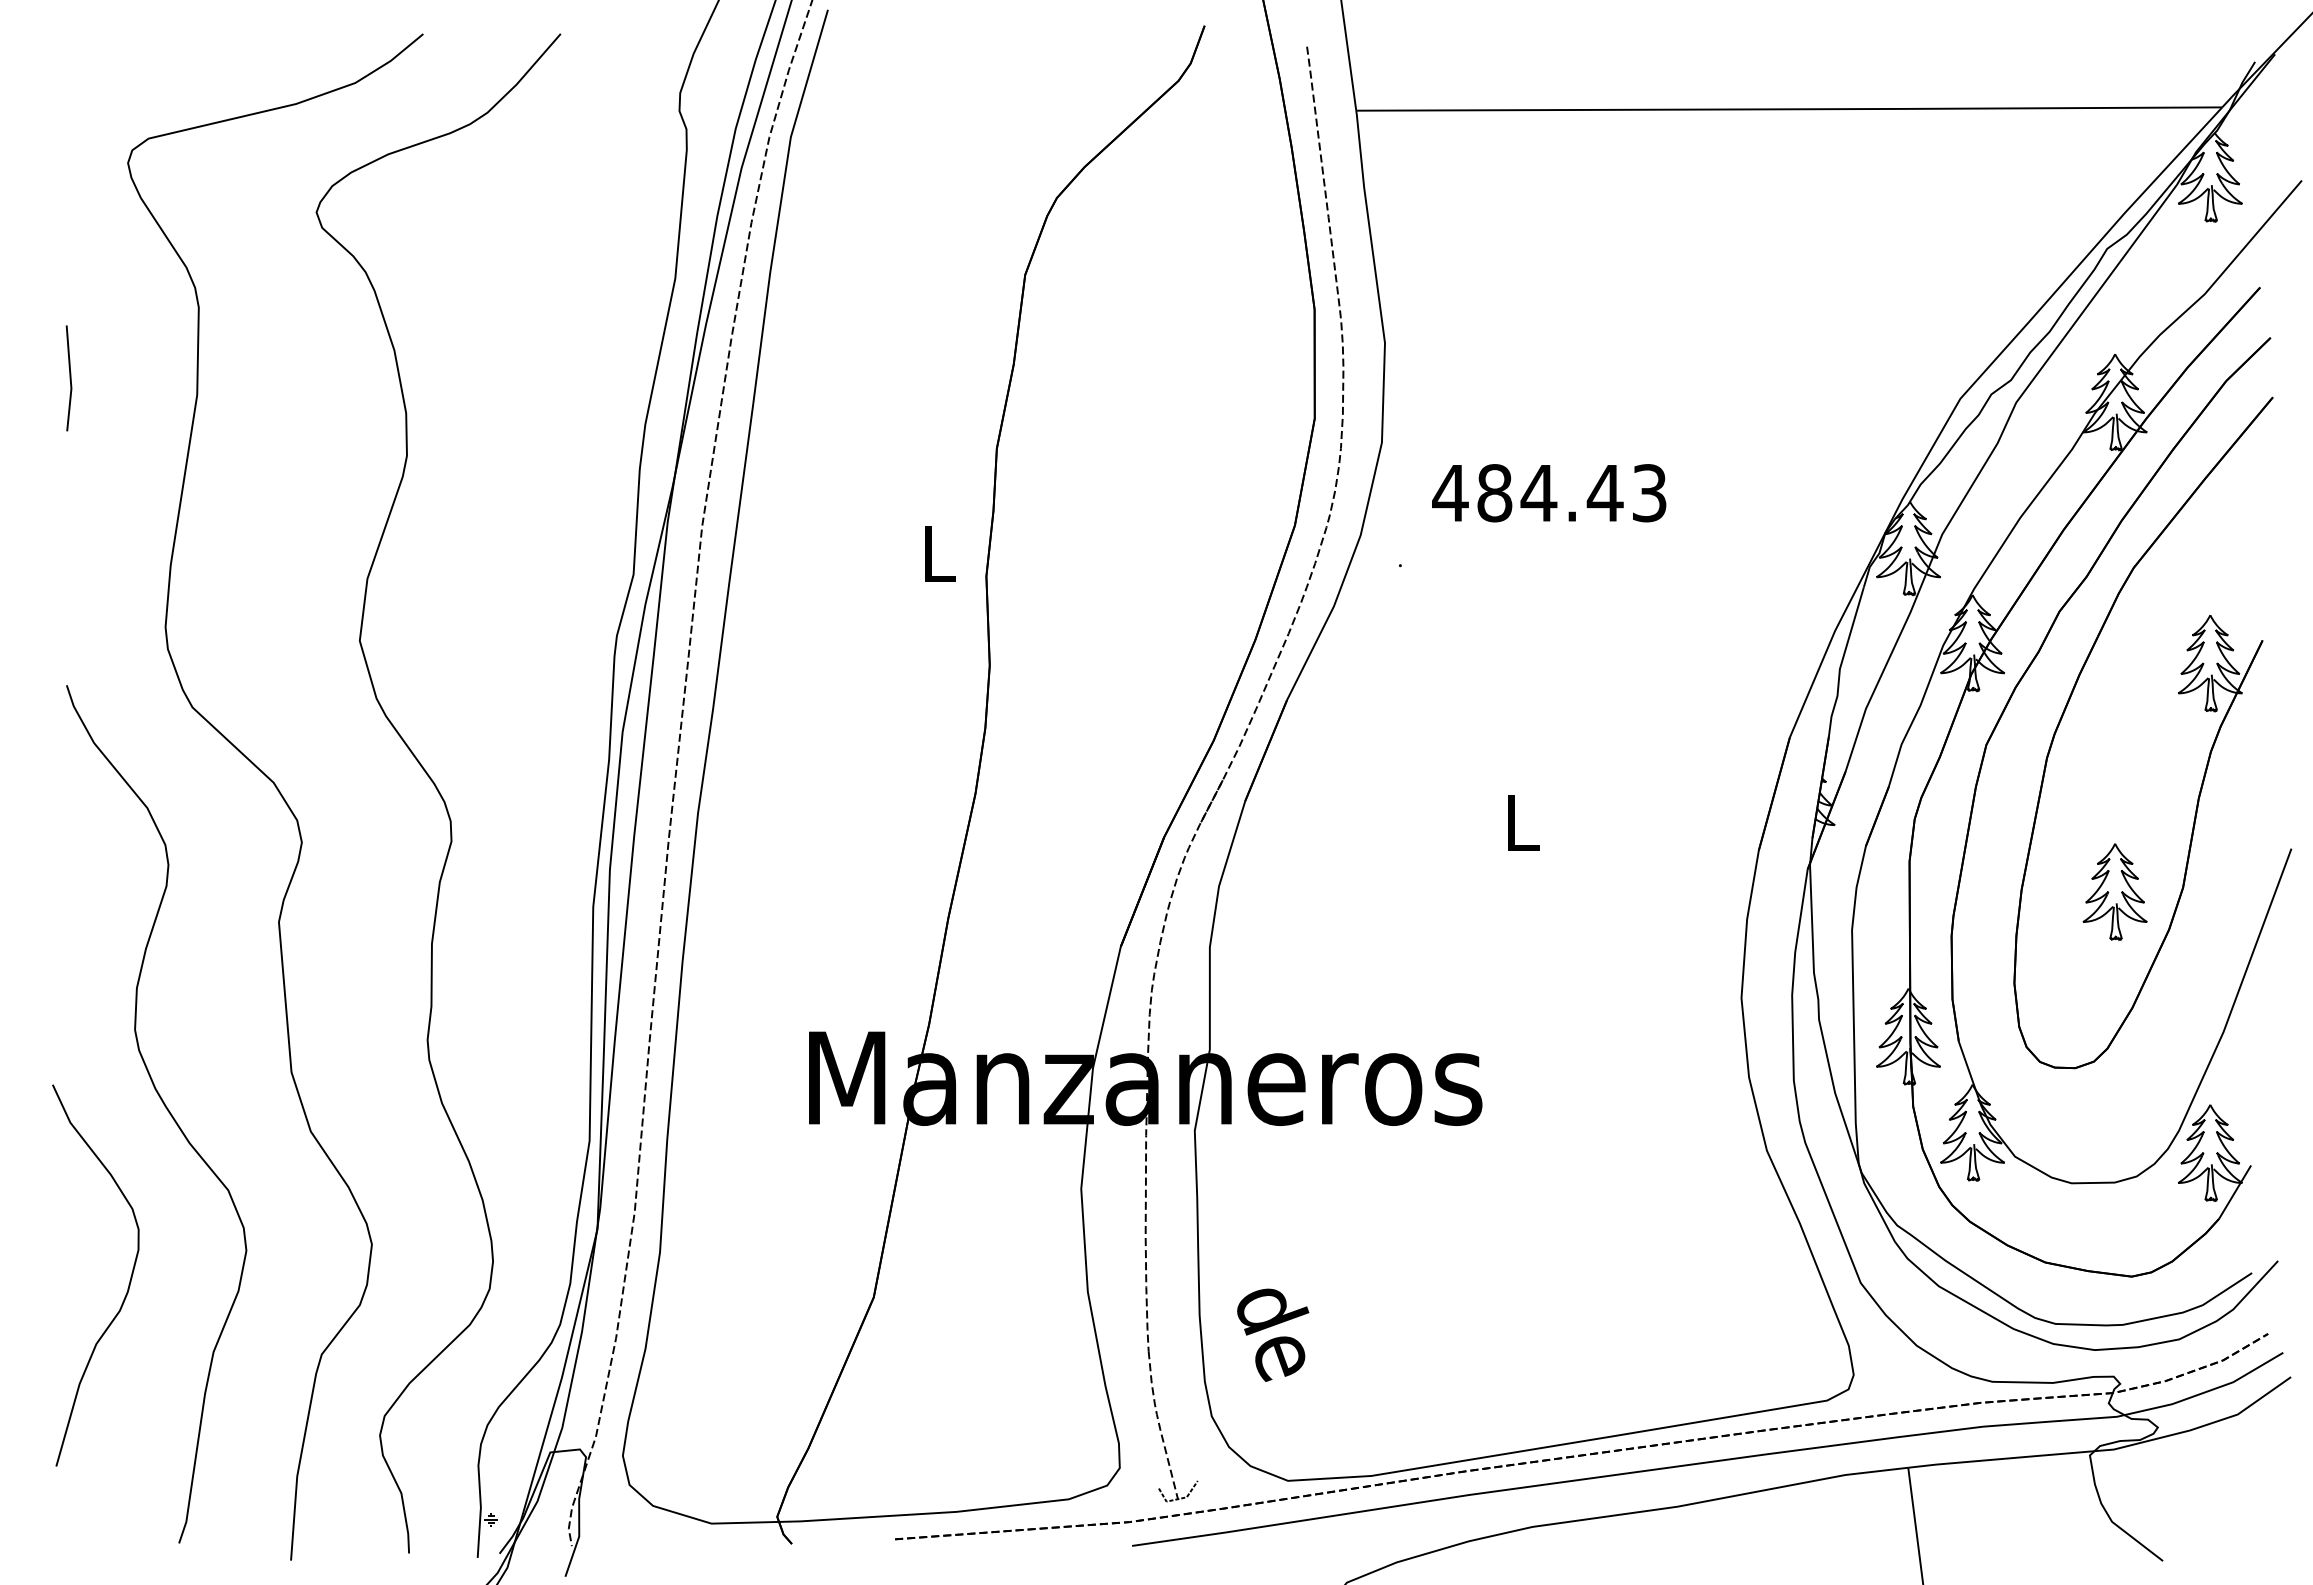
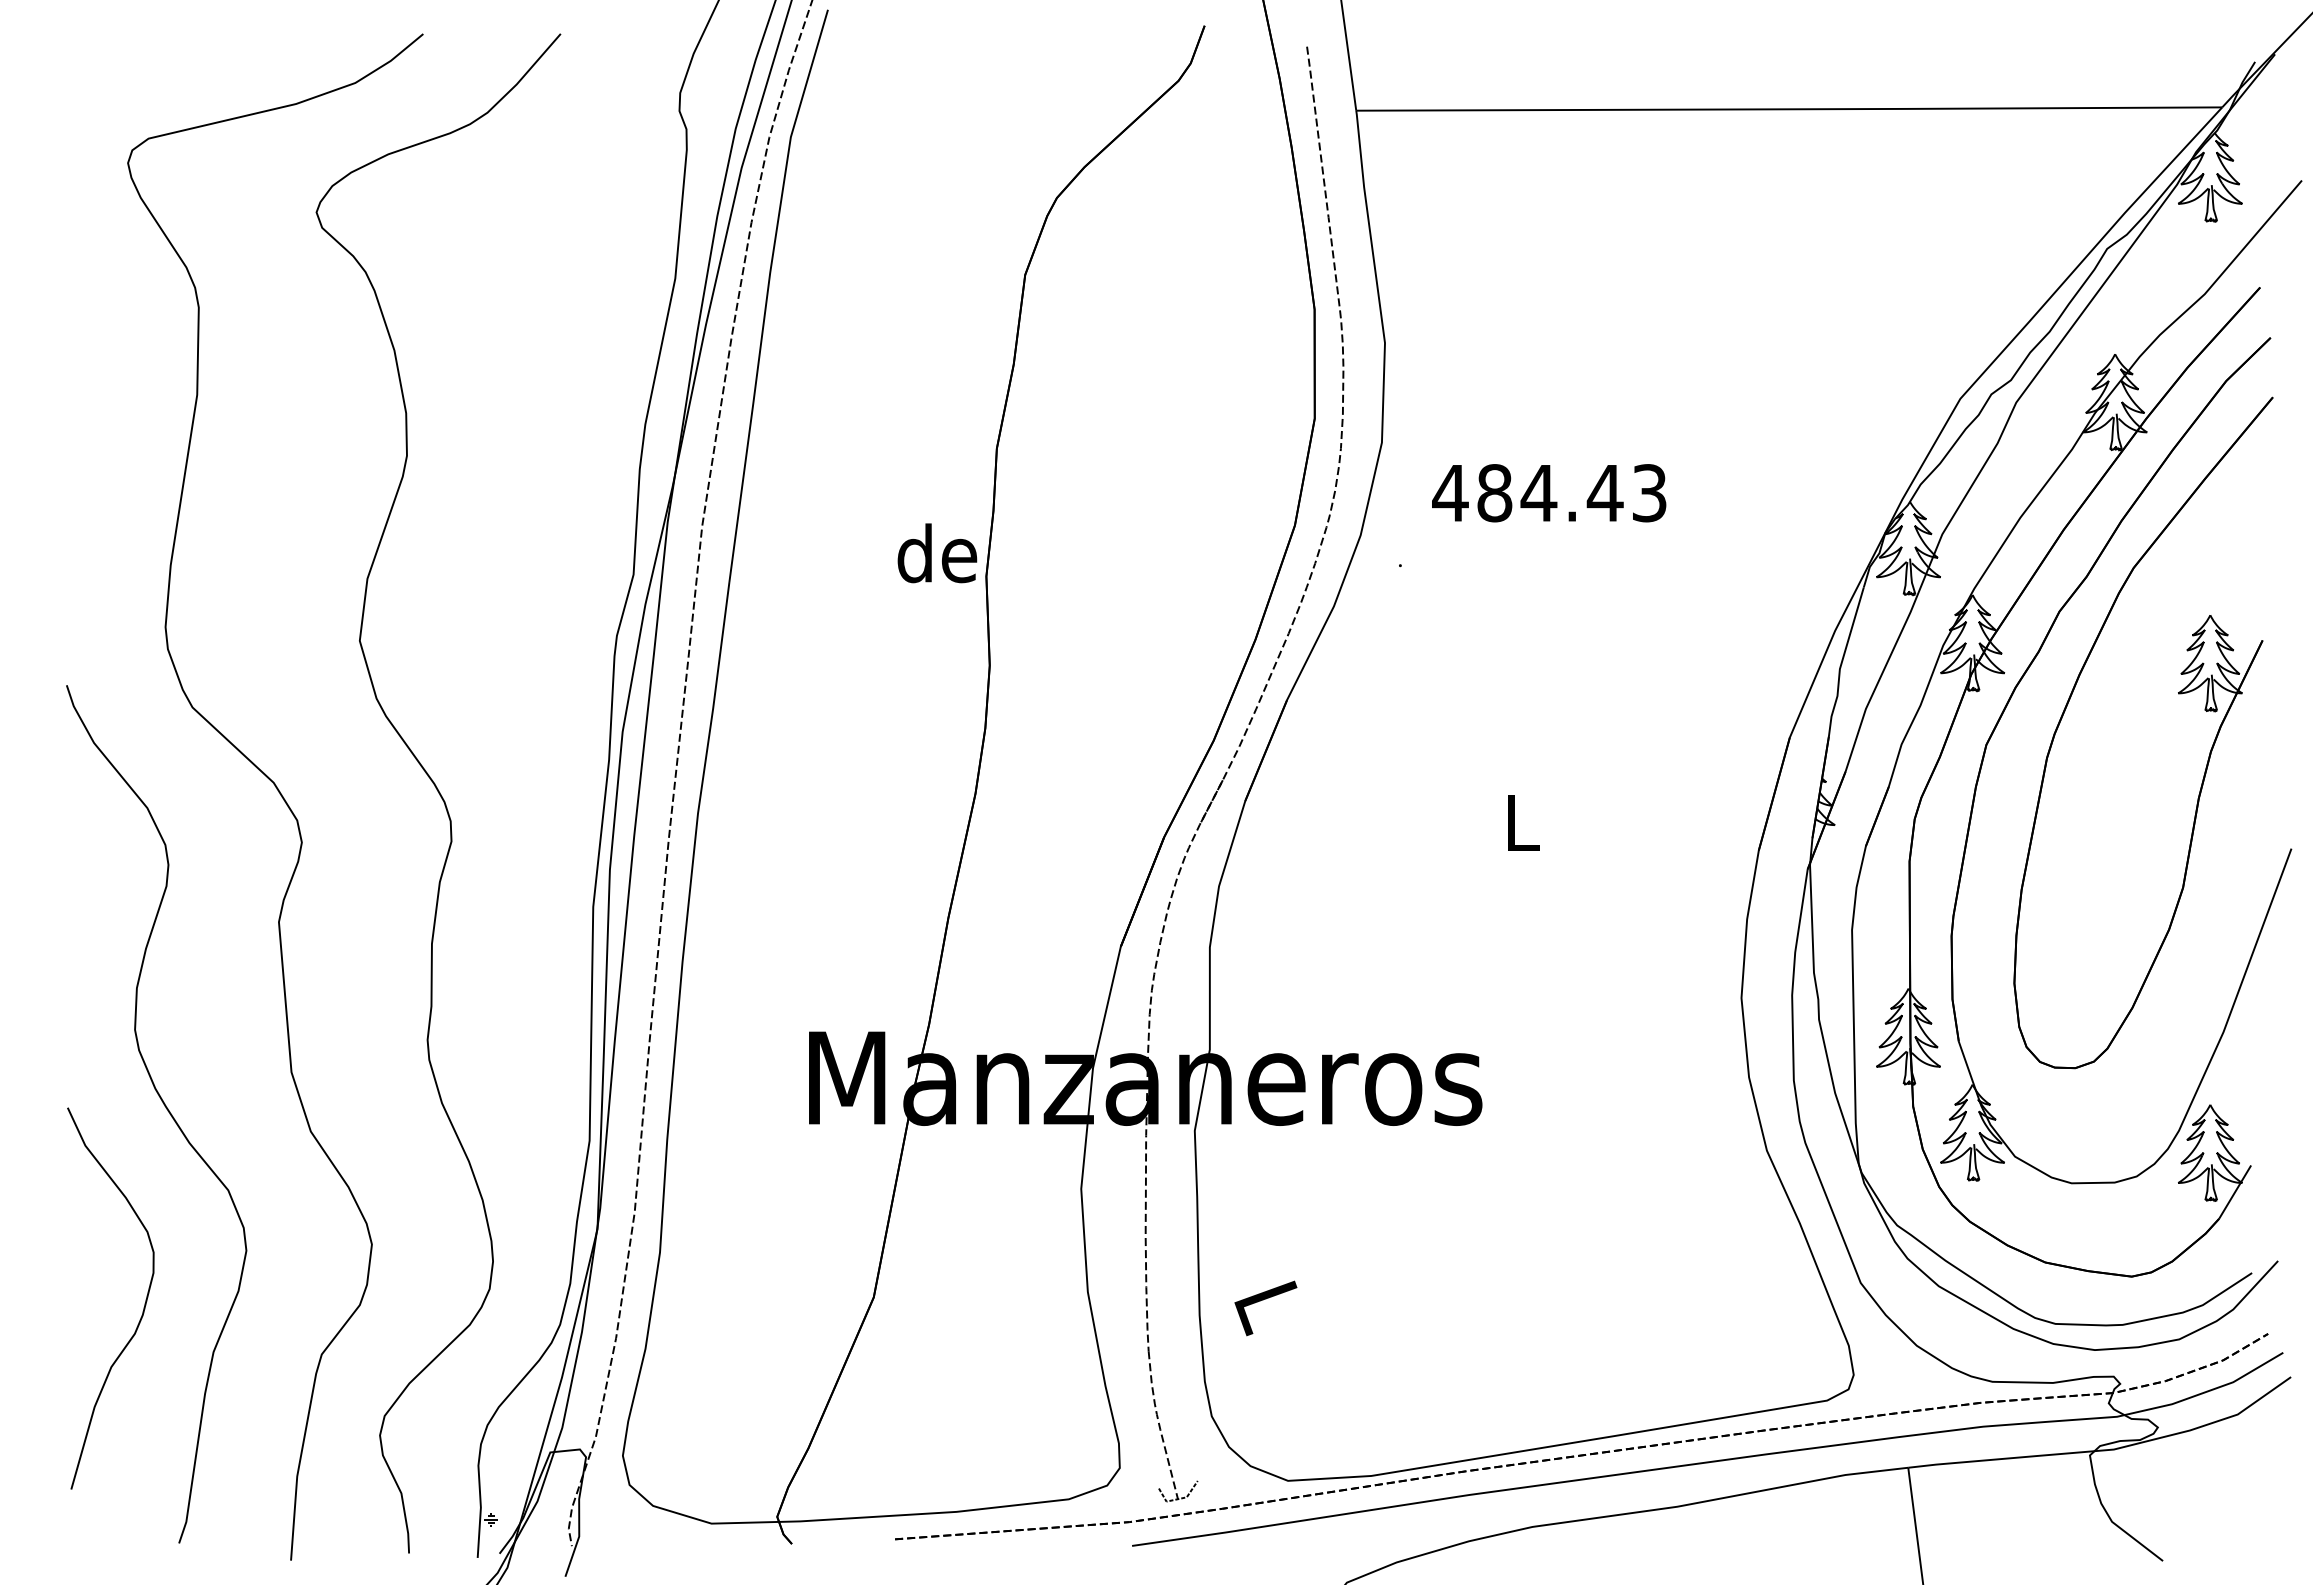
line at (69, 378): present -> none
text at (937, 553): L -> de
part at (2114, 891): present -> none
curve at (128, 1284) position: (128, 1284) -> (143, 1307)
text at (1271, 1330): de -> L
